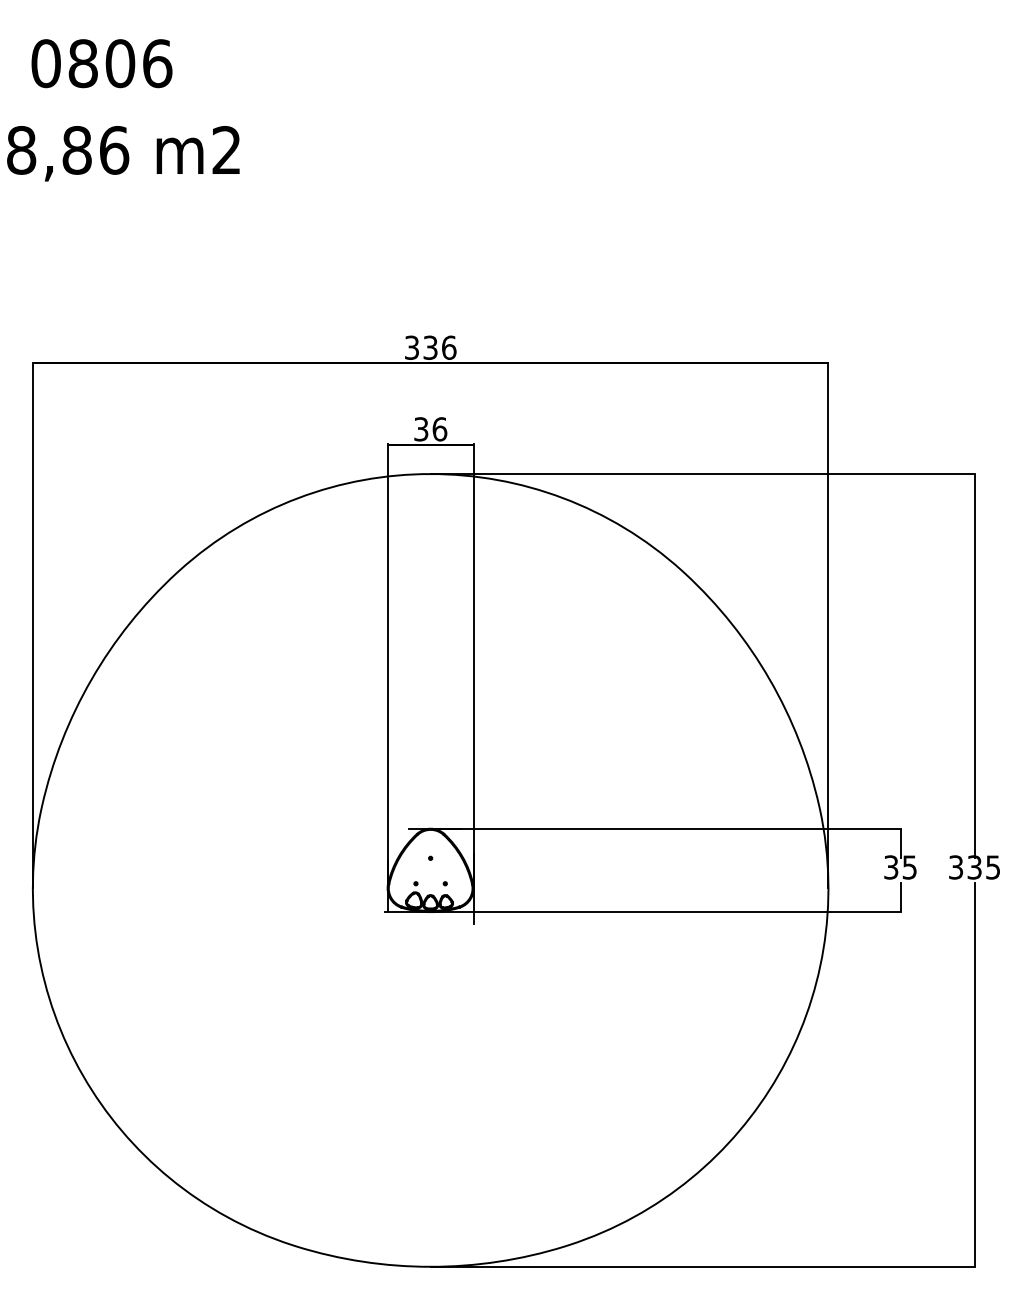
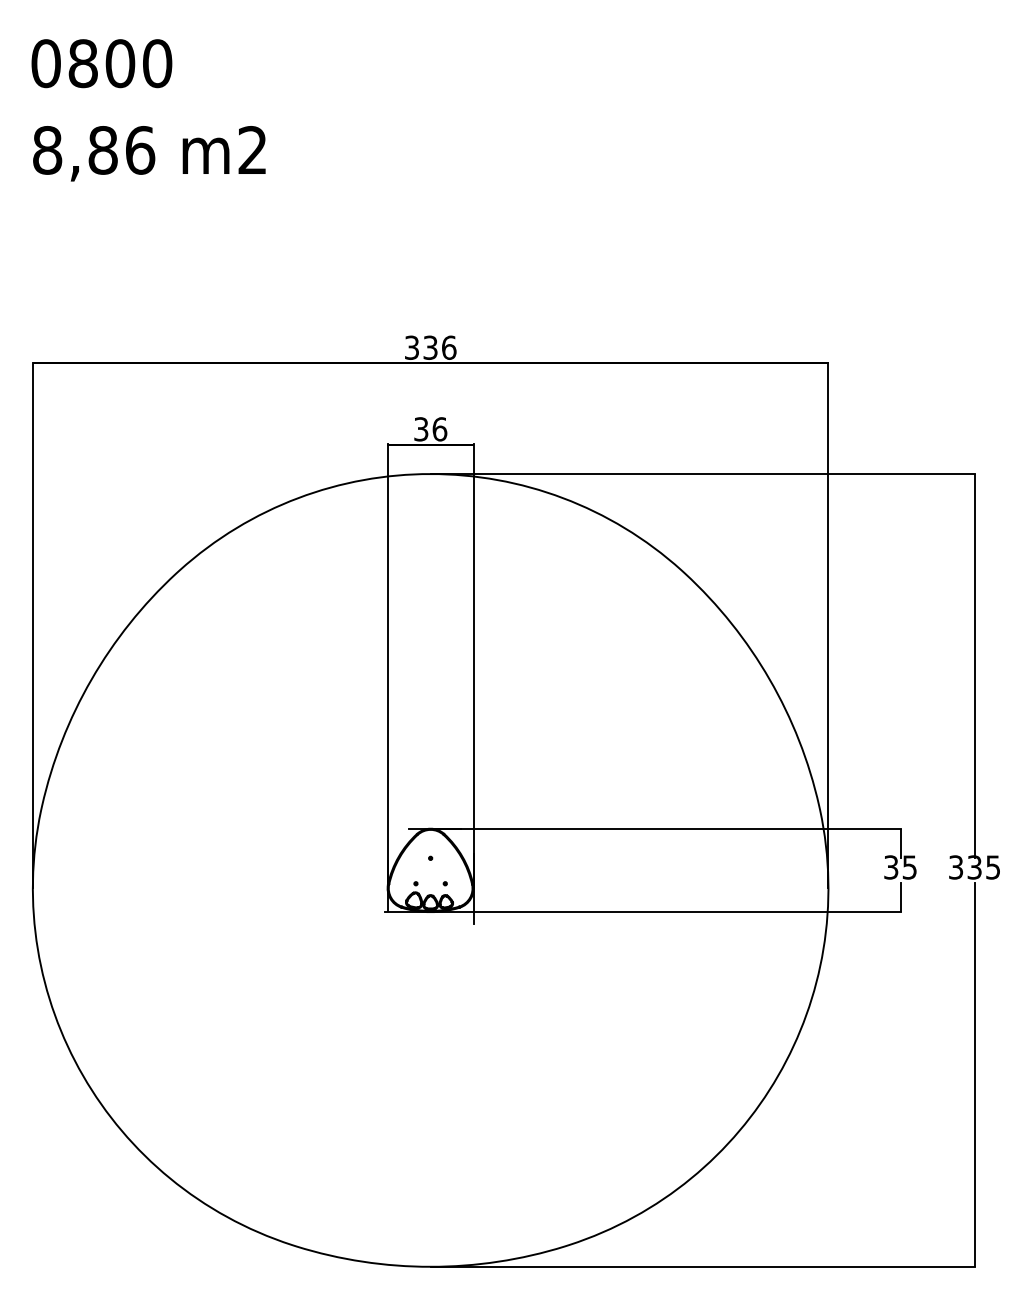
text at (157, 63): 0806 -> 0800
text at (123, 153) position: (123, 153) -> (149, 153)
